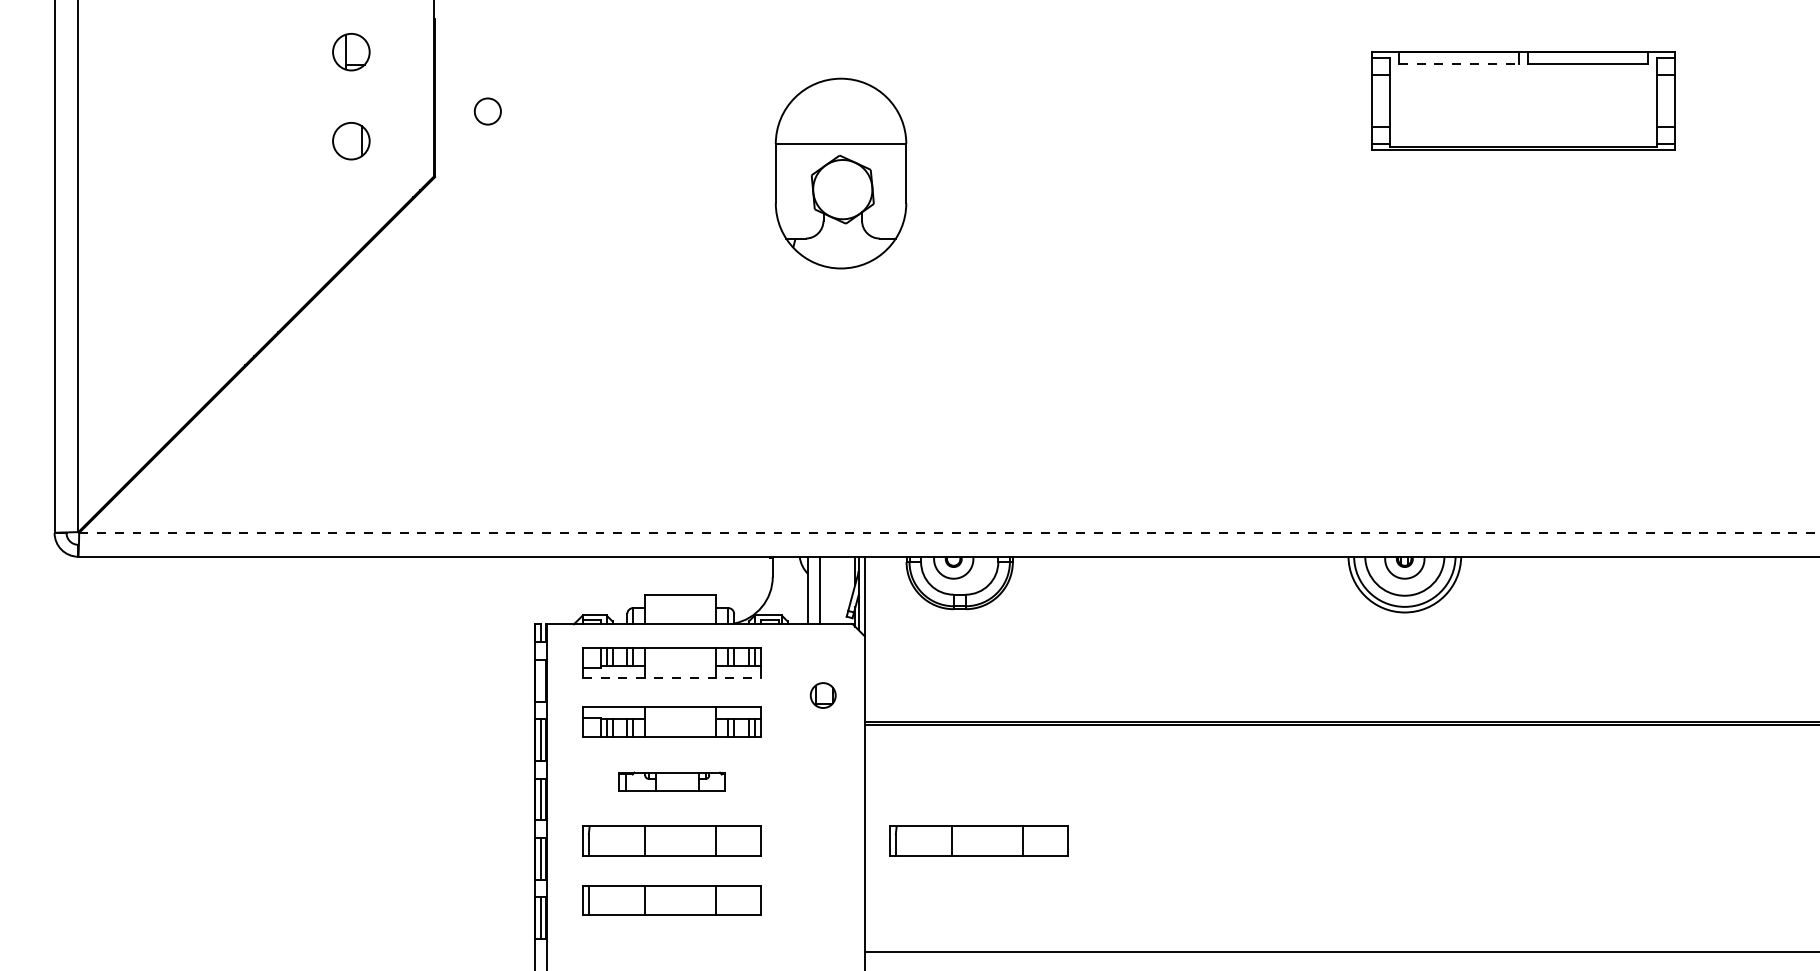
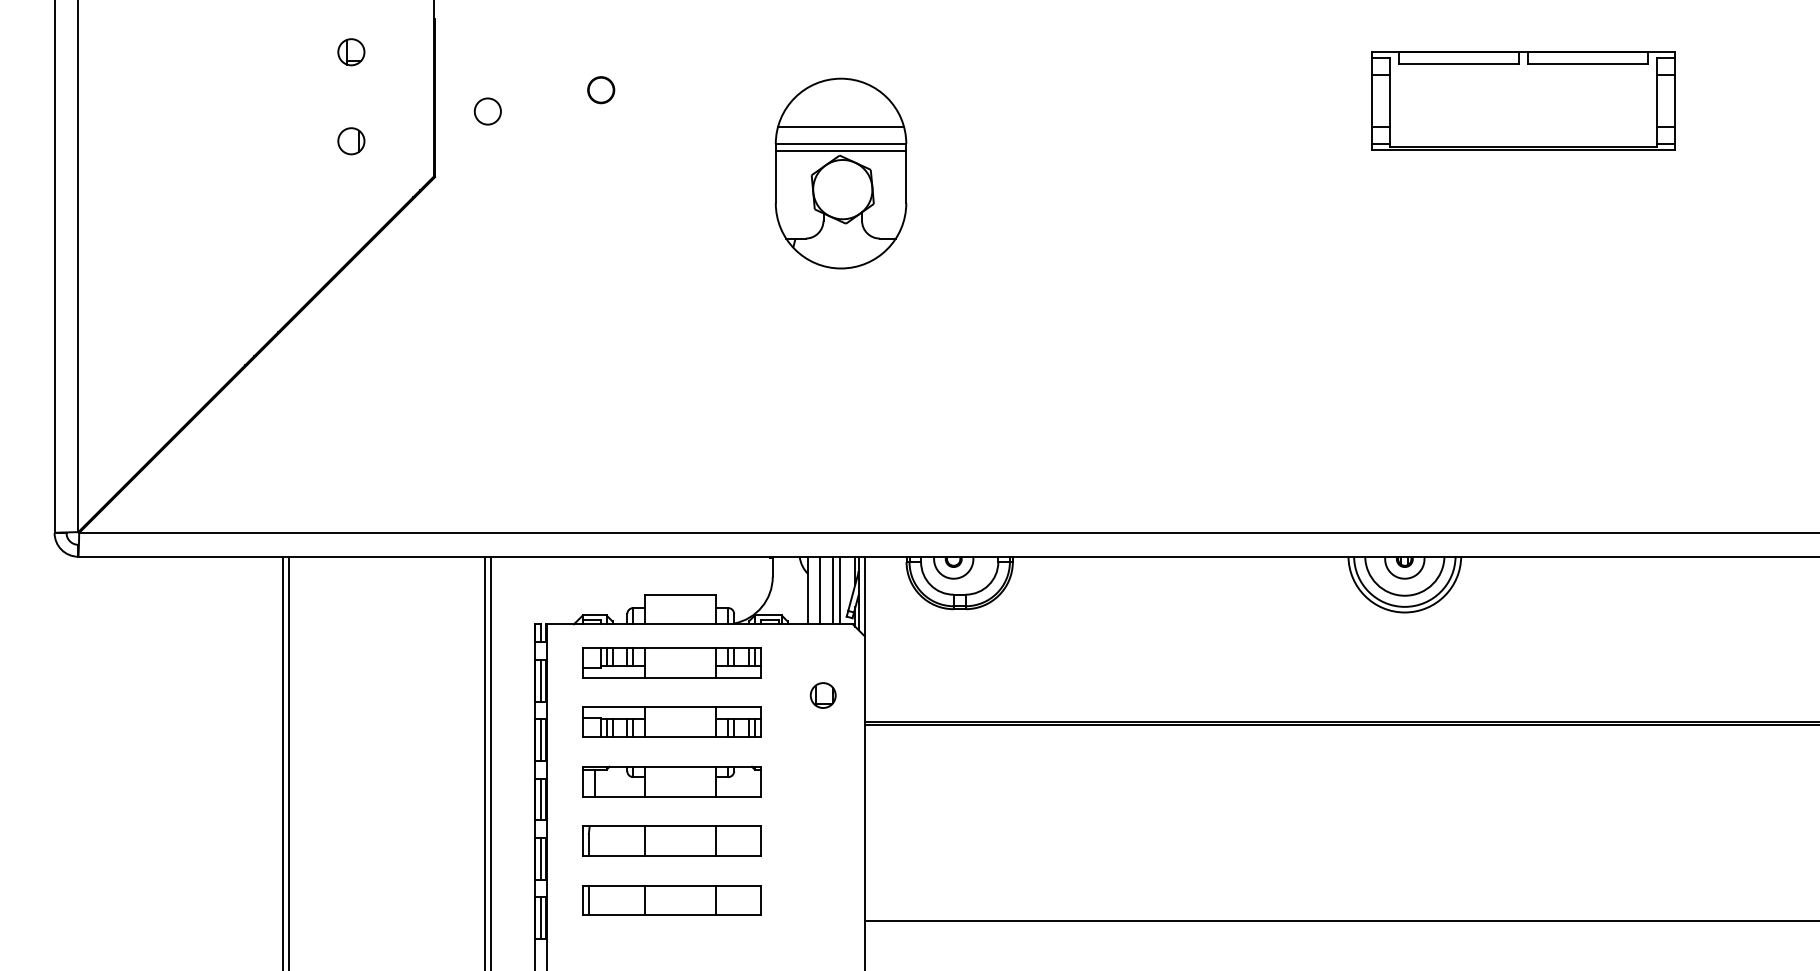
part at (351, 52) size: 39x39 px -> 29x29 px
line at (1459, 64): dashed -> solid
circle at (601, 90): none -> present
line at (840, 127): none -> present
part at (351, 141) size: 39x39 px -> 29x29 px
line at (840, 151): none -> present
line at (949, 533): dashed -> solid
line at (833, 590): none -> present
line at (840, 590): none -> present
line at (672, 677): dashed -> solid
line at (541, 680): none -> present
line at (283, 761): none -> present
line at (289, 761): none -> present
line at (484, 761): none -> present
line at (490, 761): none -> present
part at (671, 781) size: 108x21 px -> 180x33 px
part at (978, 840): present -> none
line at (1340, 952) position: (1340, 952) -> (1340, 921)
